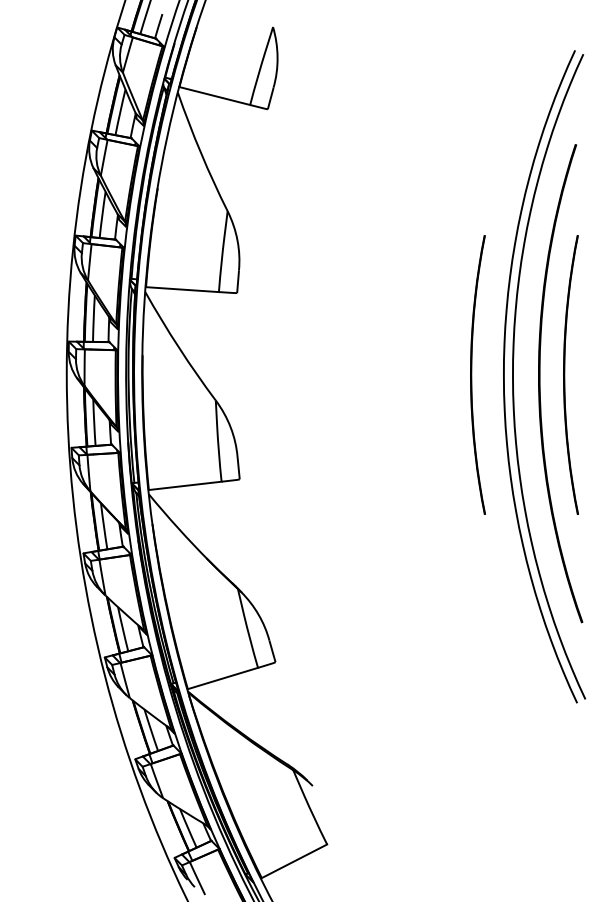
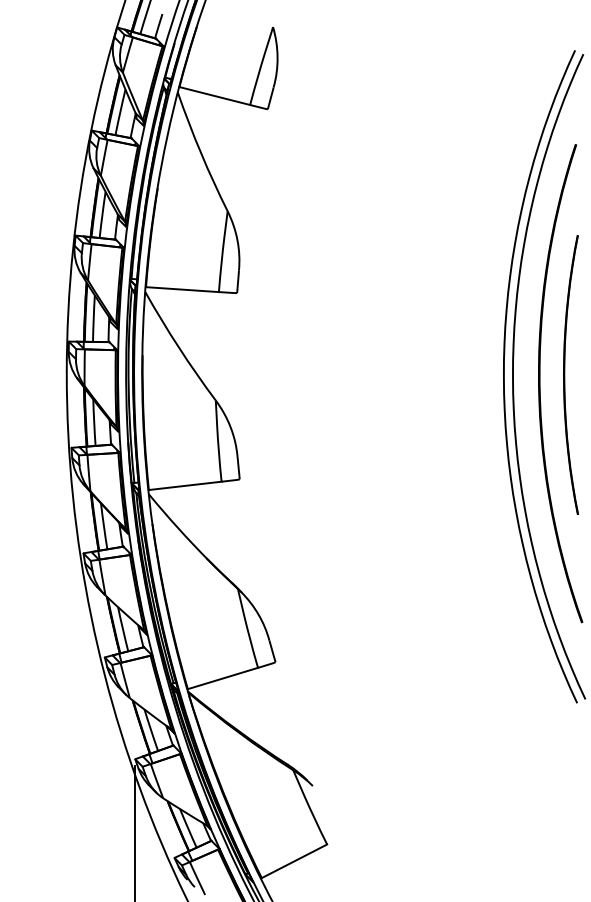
part at (477, 374): present -> none
line at (134, 831): none -> present
